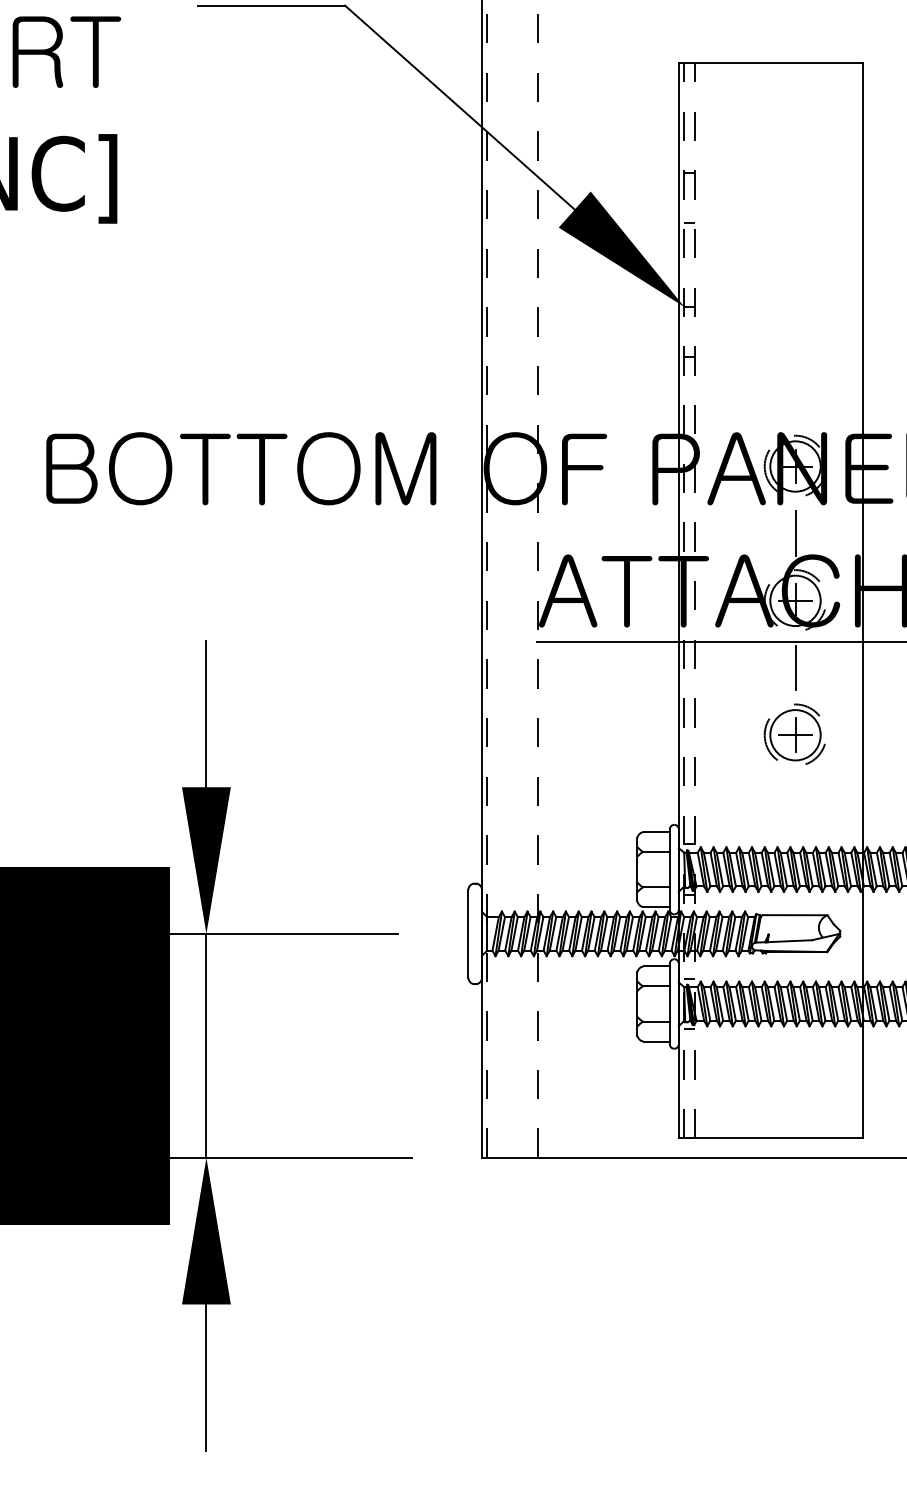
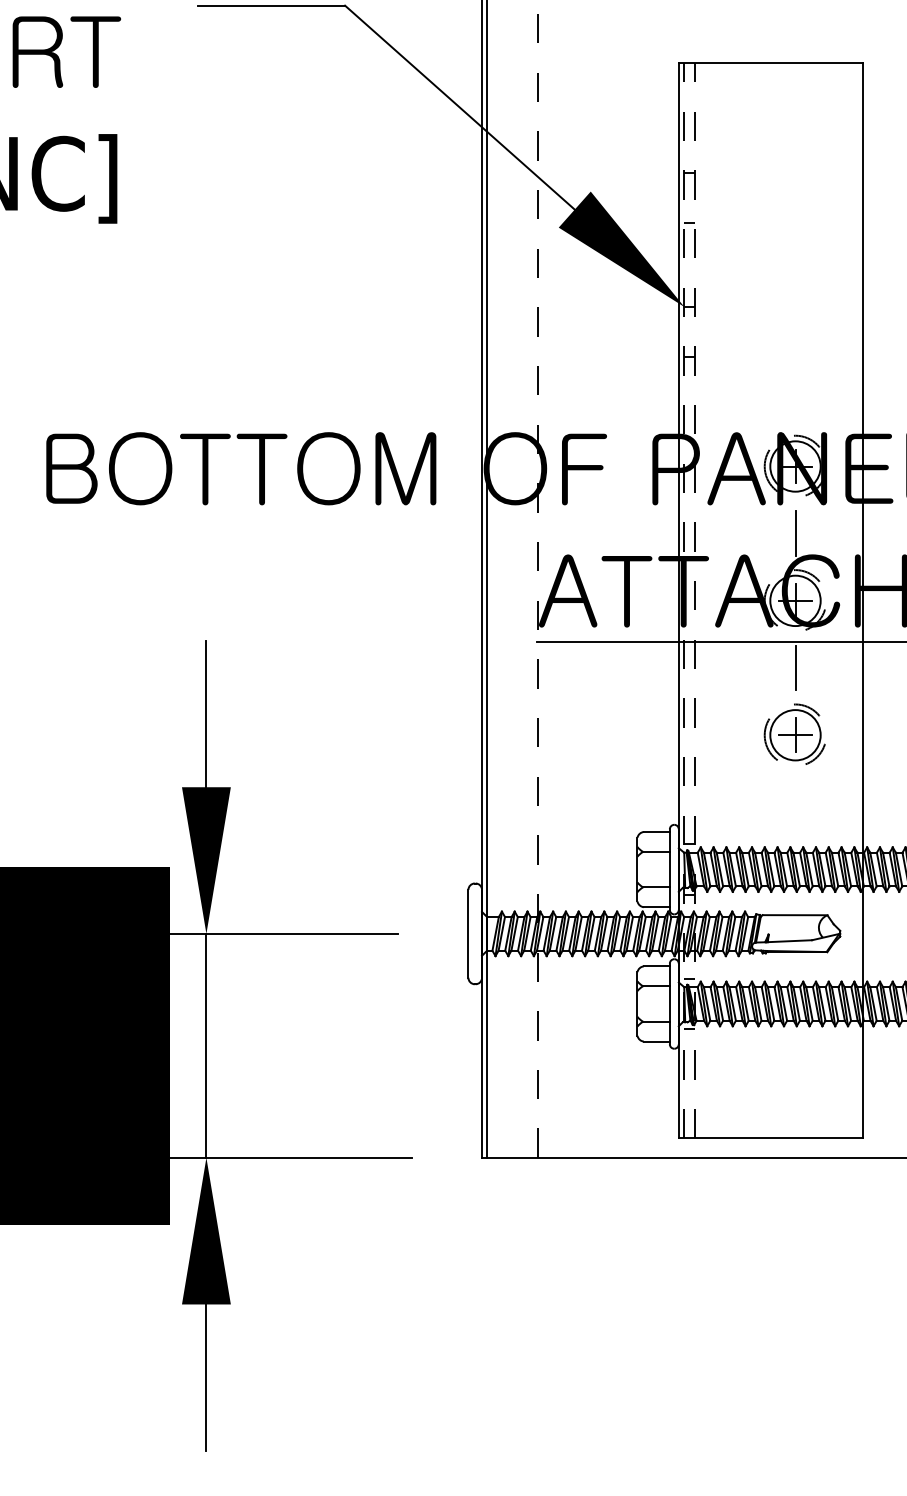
line at (487, 578): dashed -> solid
